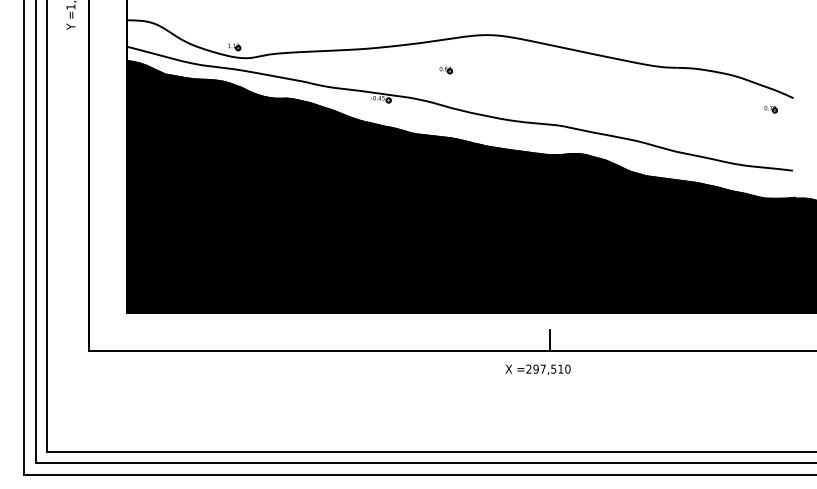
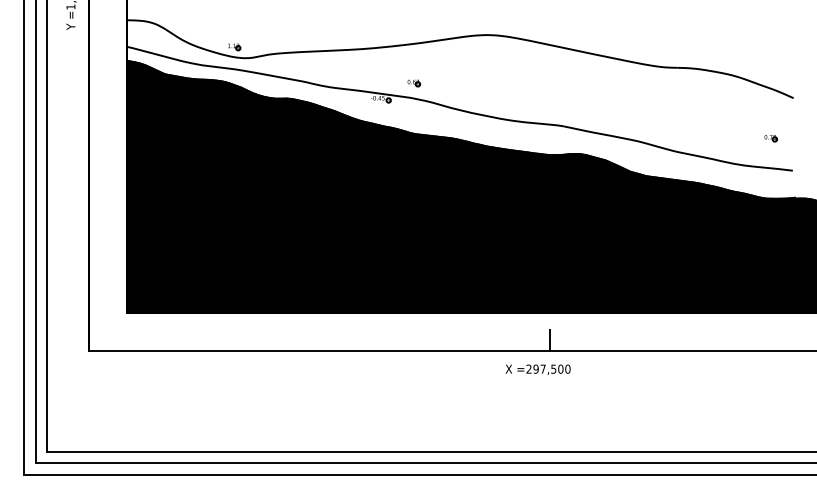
part at (445, 70) position: (445, 70) -> (413, 83)
part at (770, 109) position: (770, 109) -> (770, 138)
text at (560, 368): =297,510 -> =297,500
